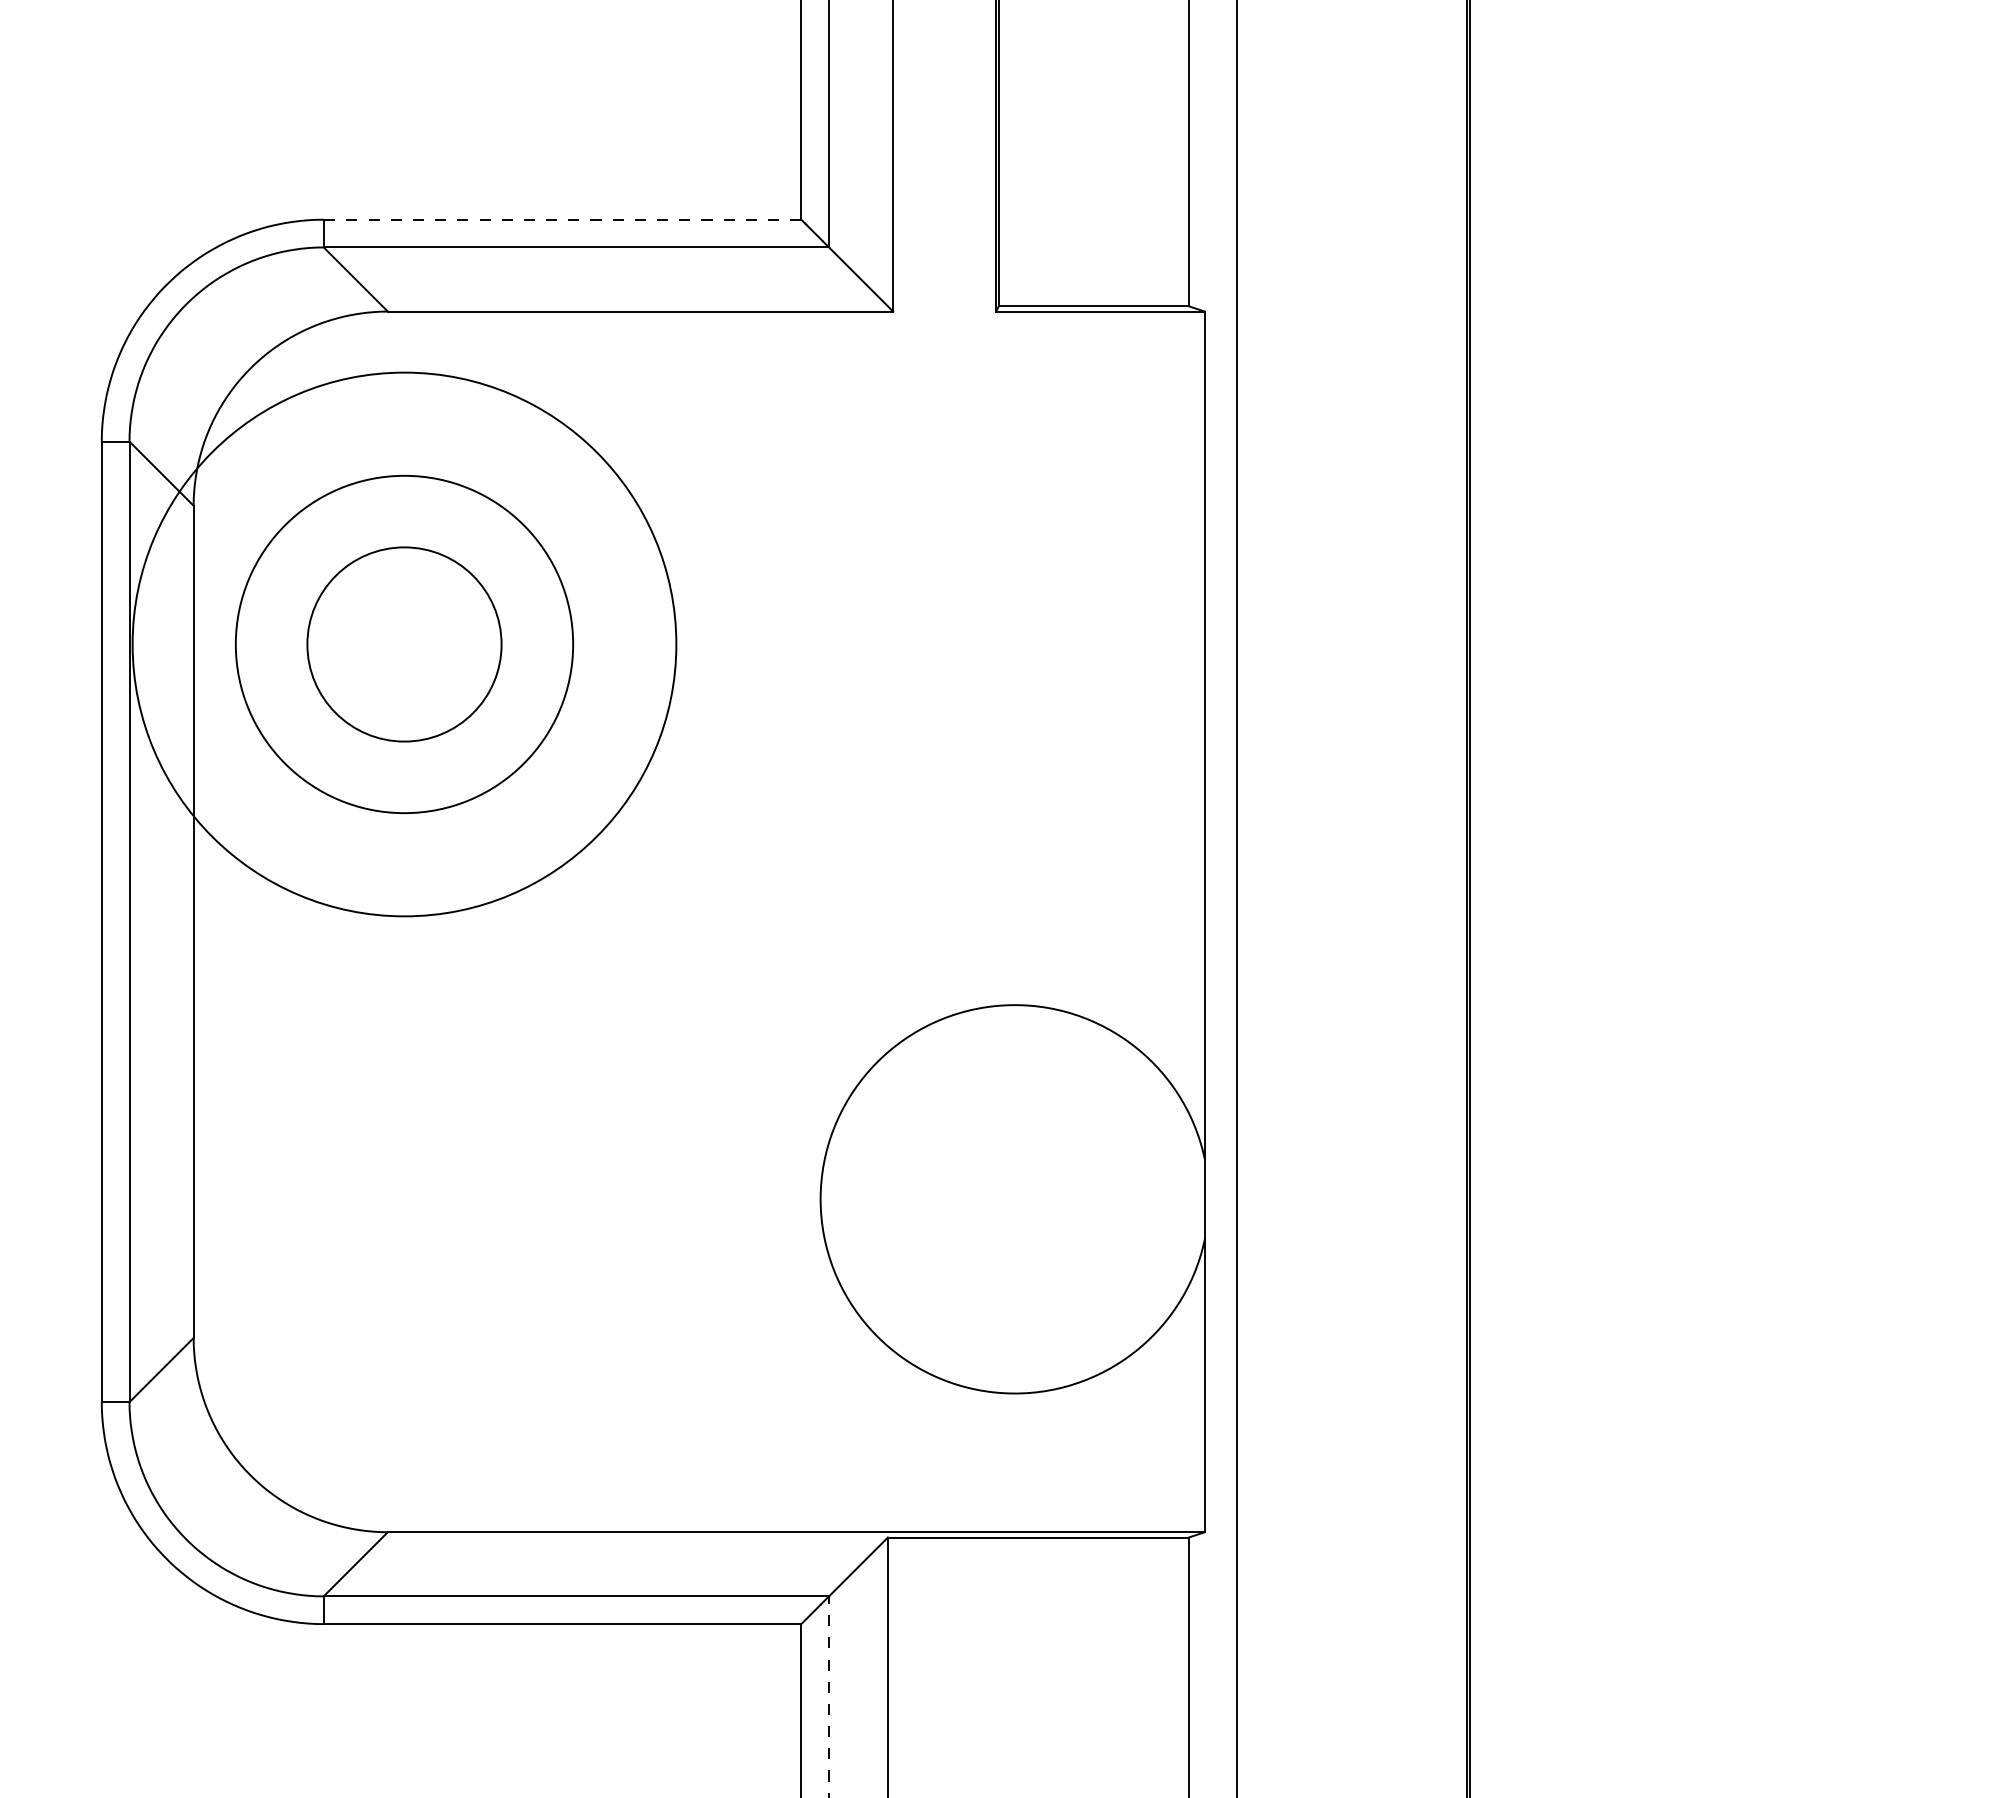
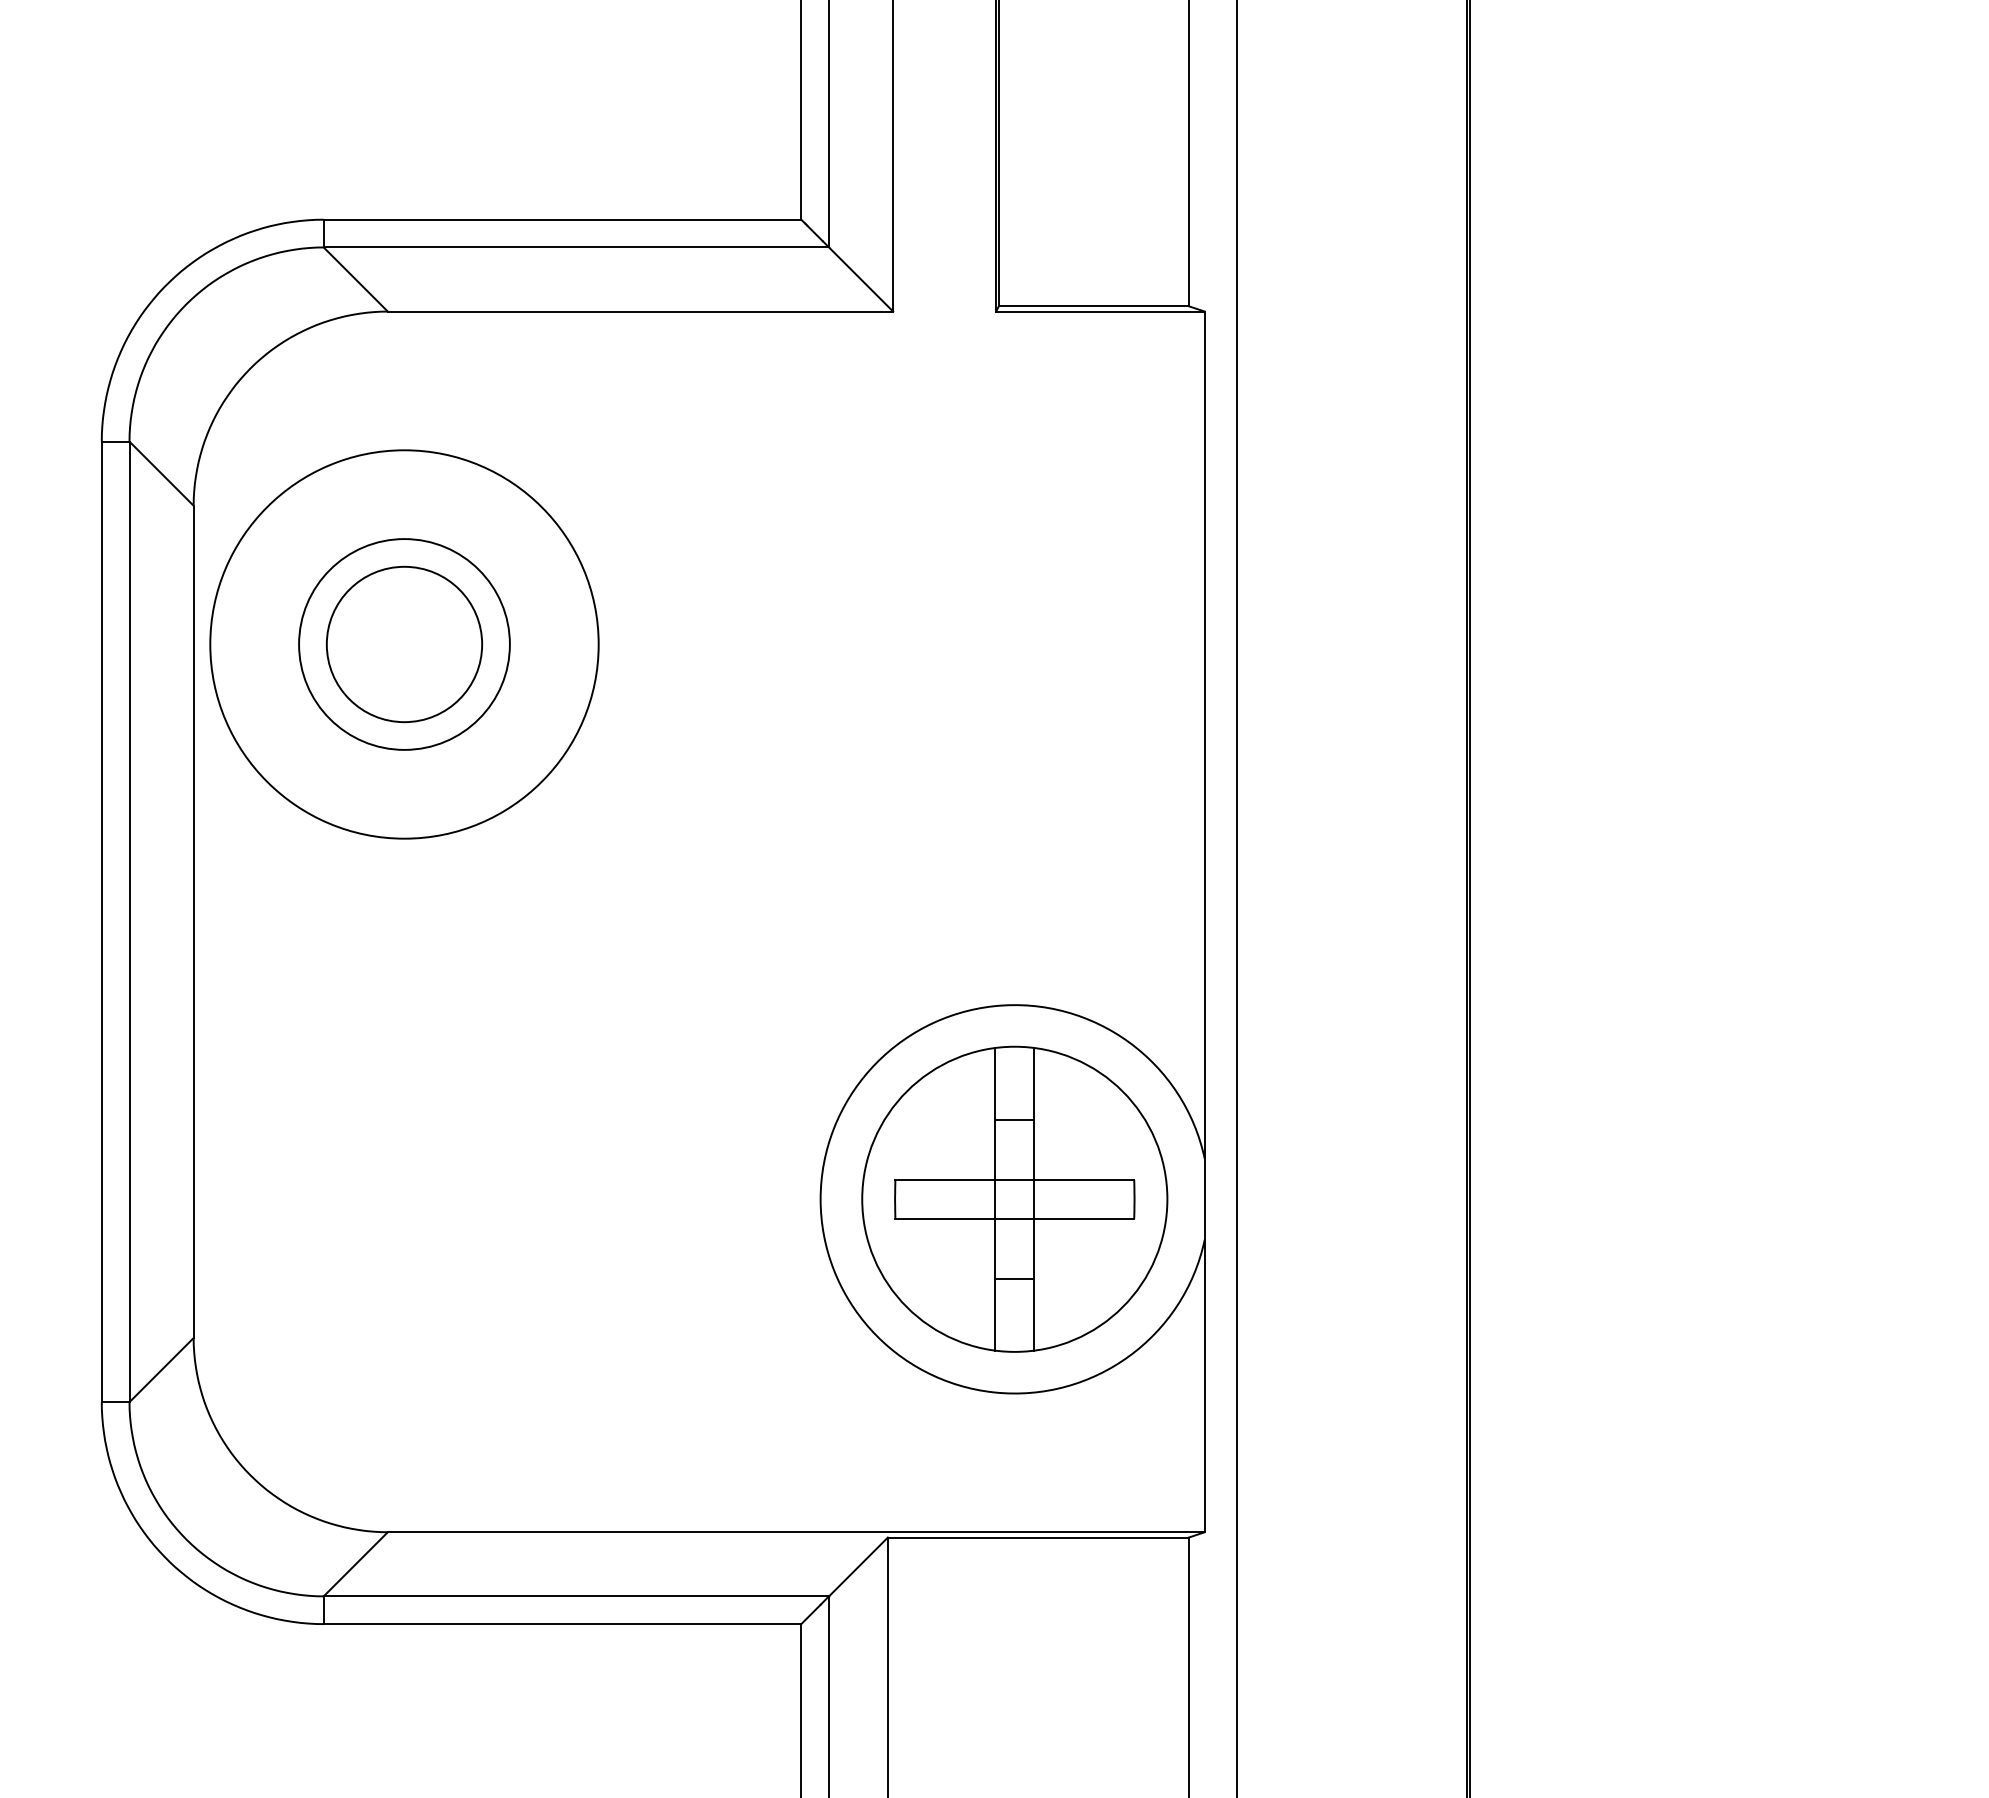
line at (562, 219): dashed -> solid
circle at (404, 644) diameter: 194 px -> 155 px
circle at (404, 644) diameter: 337 px -> 211 px
circle at (404, 644) diameter: 544 px -> 388 px
part at (1014, 1198): none -> present
line at (829, 1696): dashed -> solid
